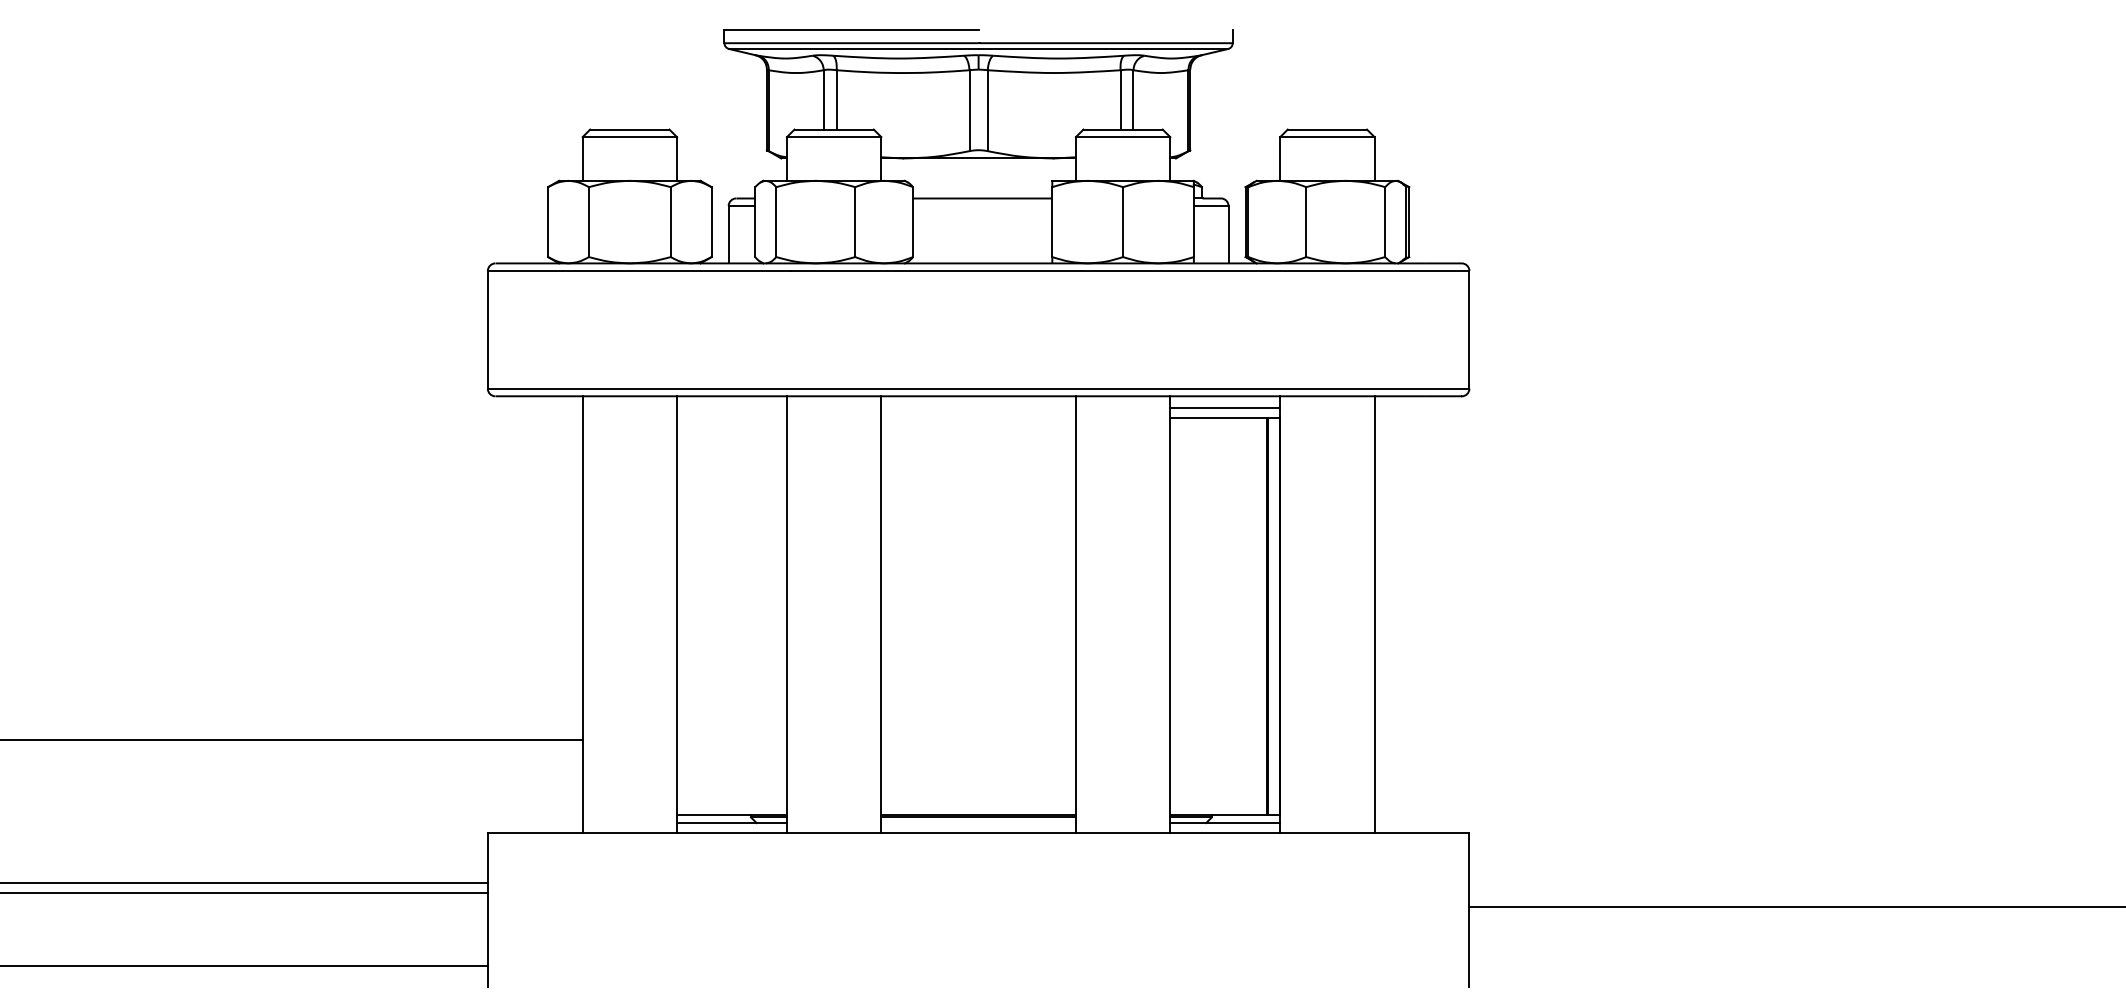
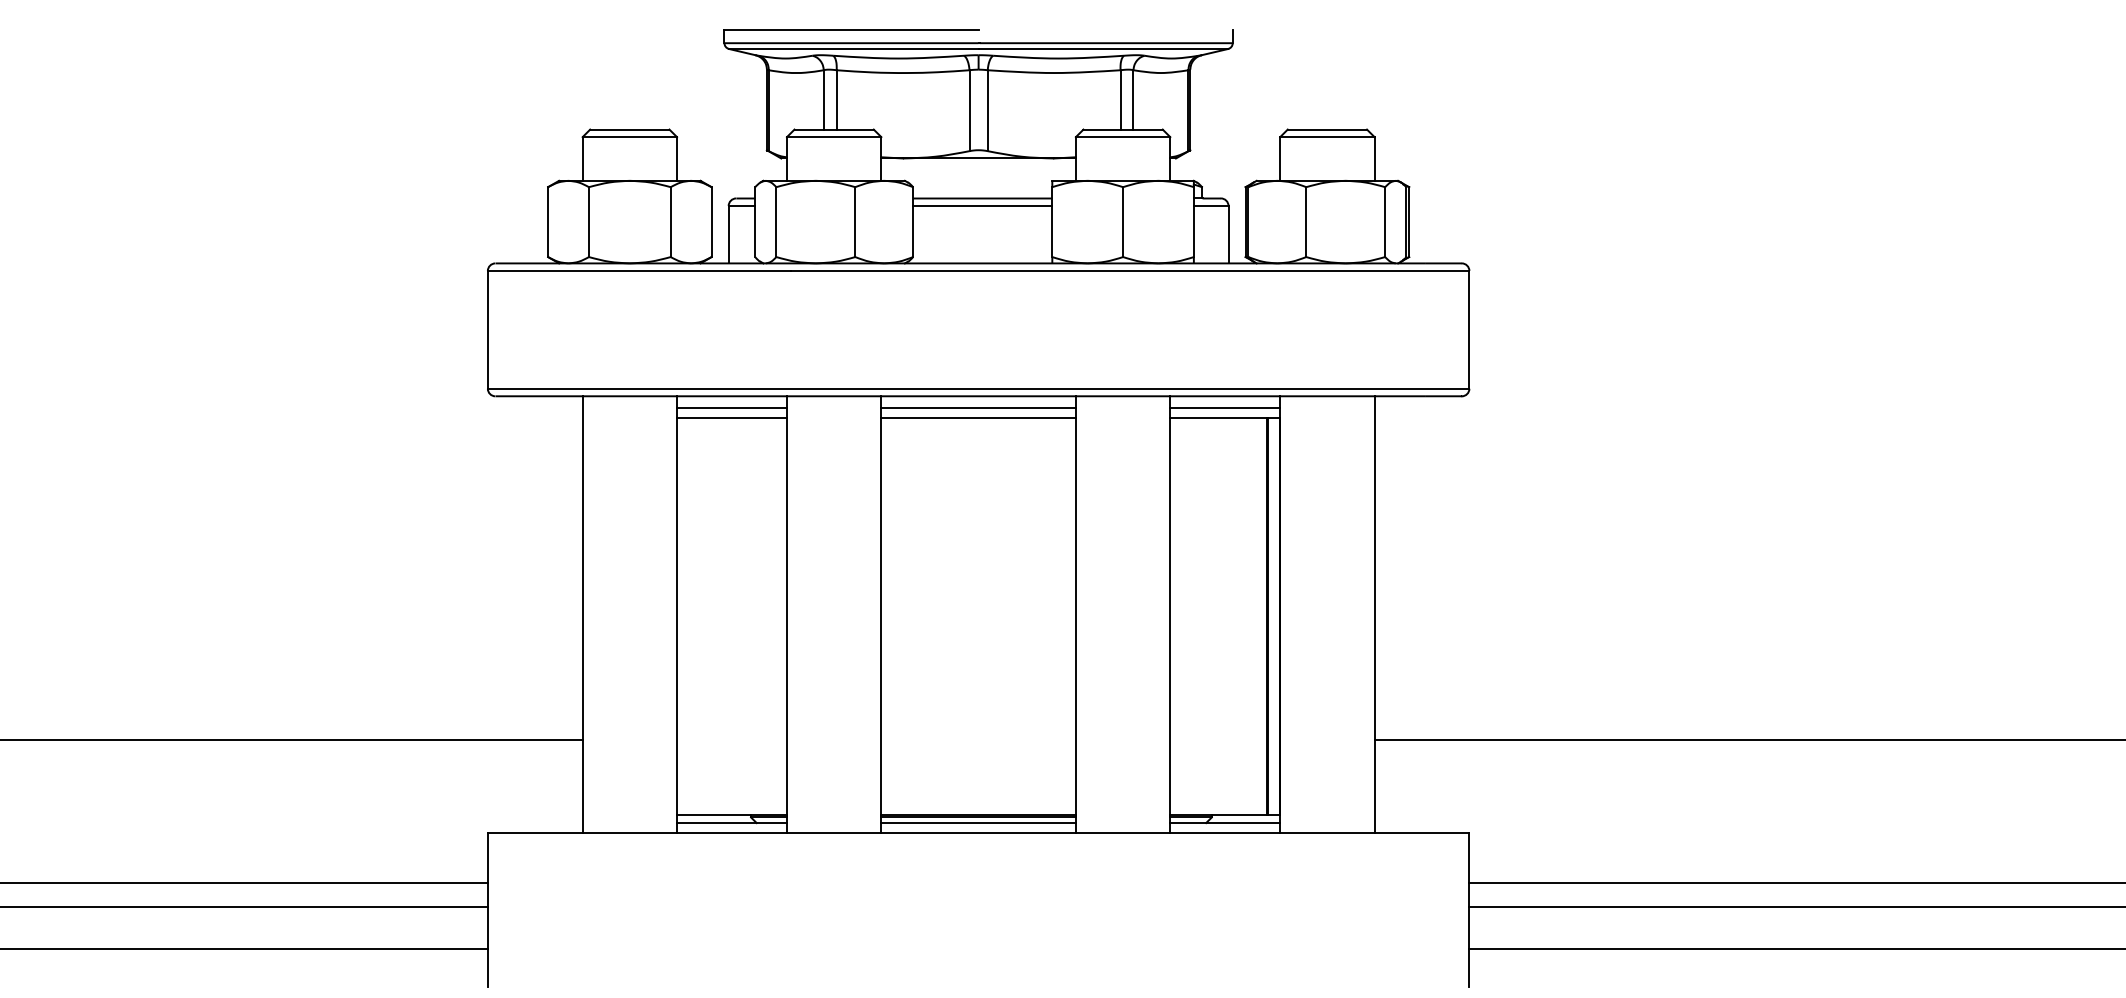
line at (982, 206): none -> present
line at (731, 408): none -> present
line at (978, 408): none -> present
line at (731, 417): none -> present
line at (978, 417): none -> present
line at (1748, 740): none -> present
line at (978, 823): none -> present
line at (1795, 883): none -> present
line at (245, 892) position: (245, 892) -> (245, 906)
line at (1795, 948): none -> present
line at (245, 965) position: (245, 965) -> (245, 948)
